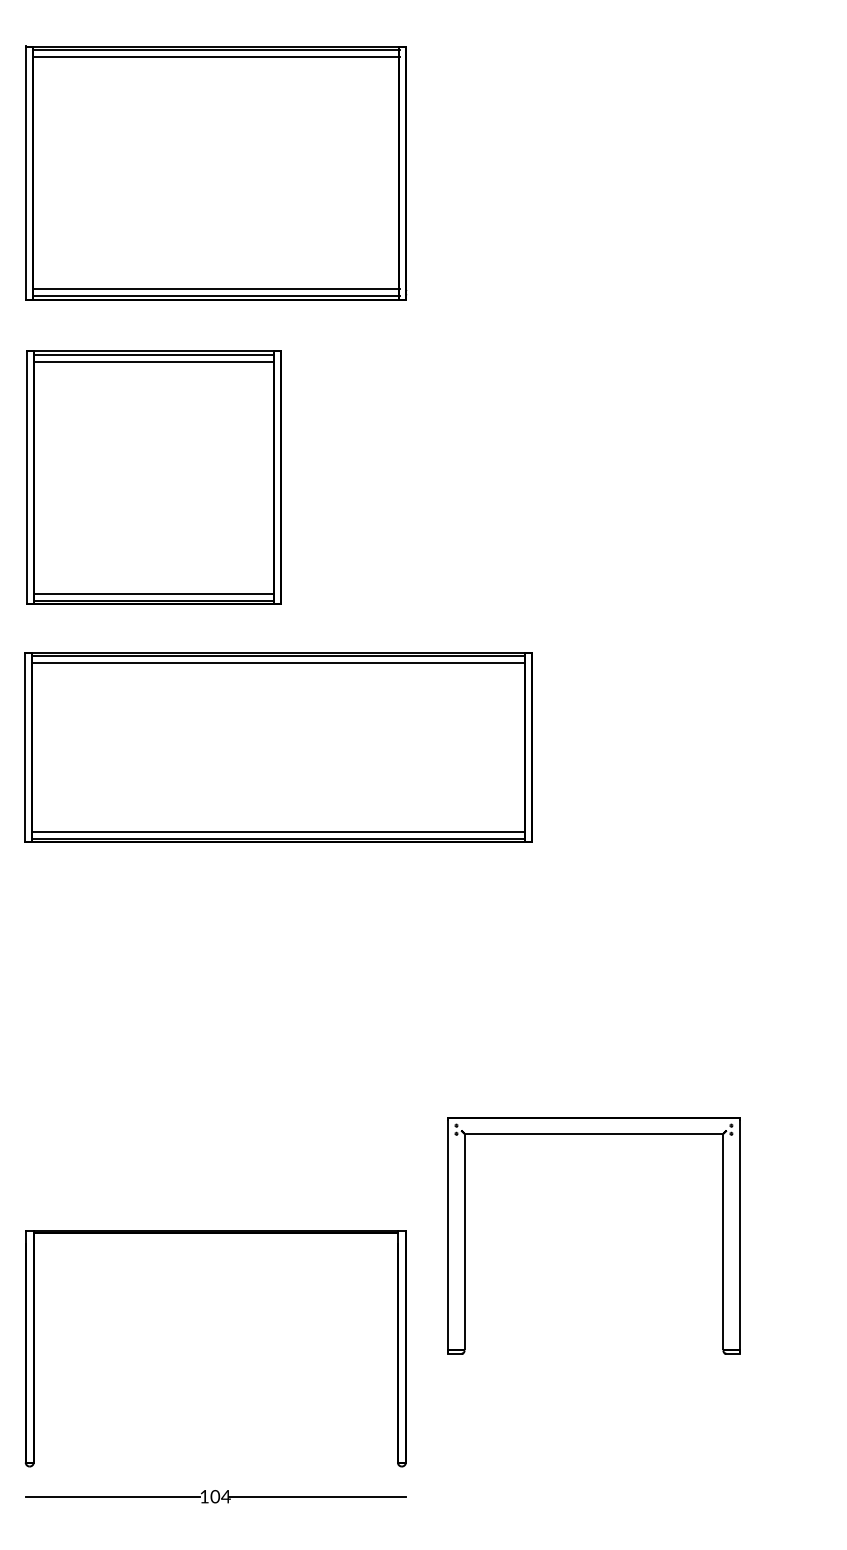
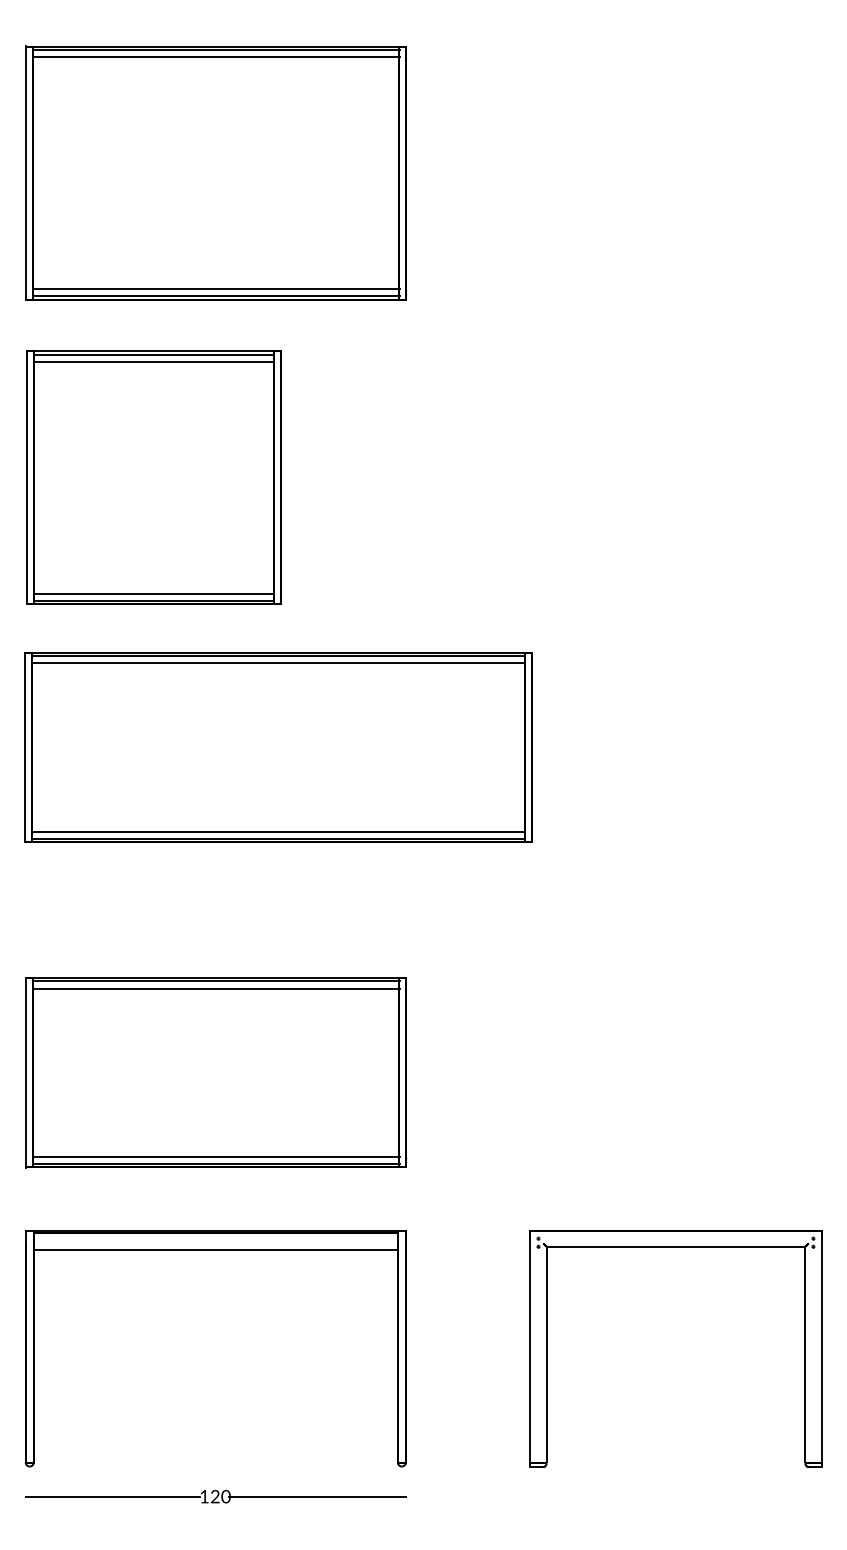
part at (216, 1072): none -> present
part at (593, 1134) position: (593, 1134) -> (675, 1247)
line at (215, 1249): none -> present
text at (220, 1496): 104 -> 120
